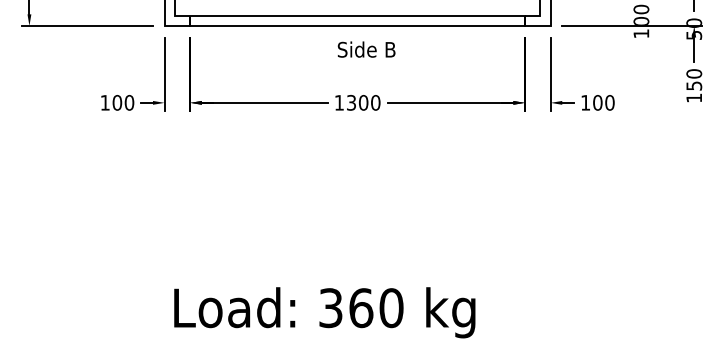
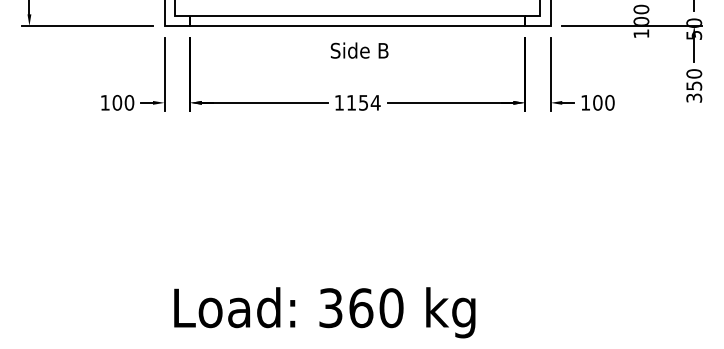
text at (366, 49) position: (366, 49) -> (359, 50)
text at (694, 97): 150 -> 350
text at (363, 102): 1300 -> 1154
